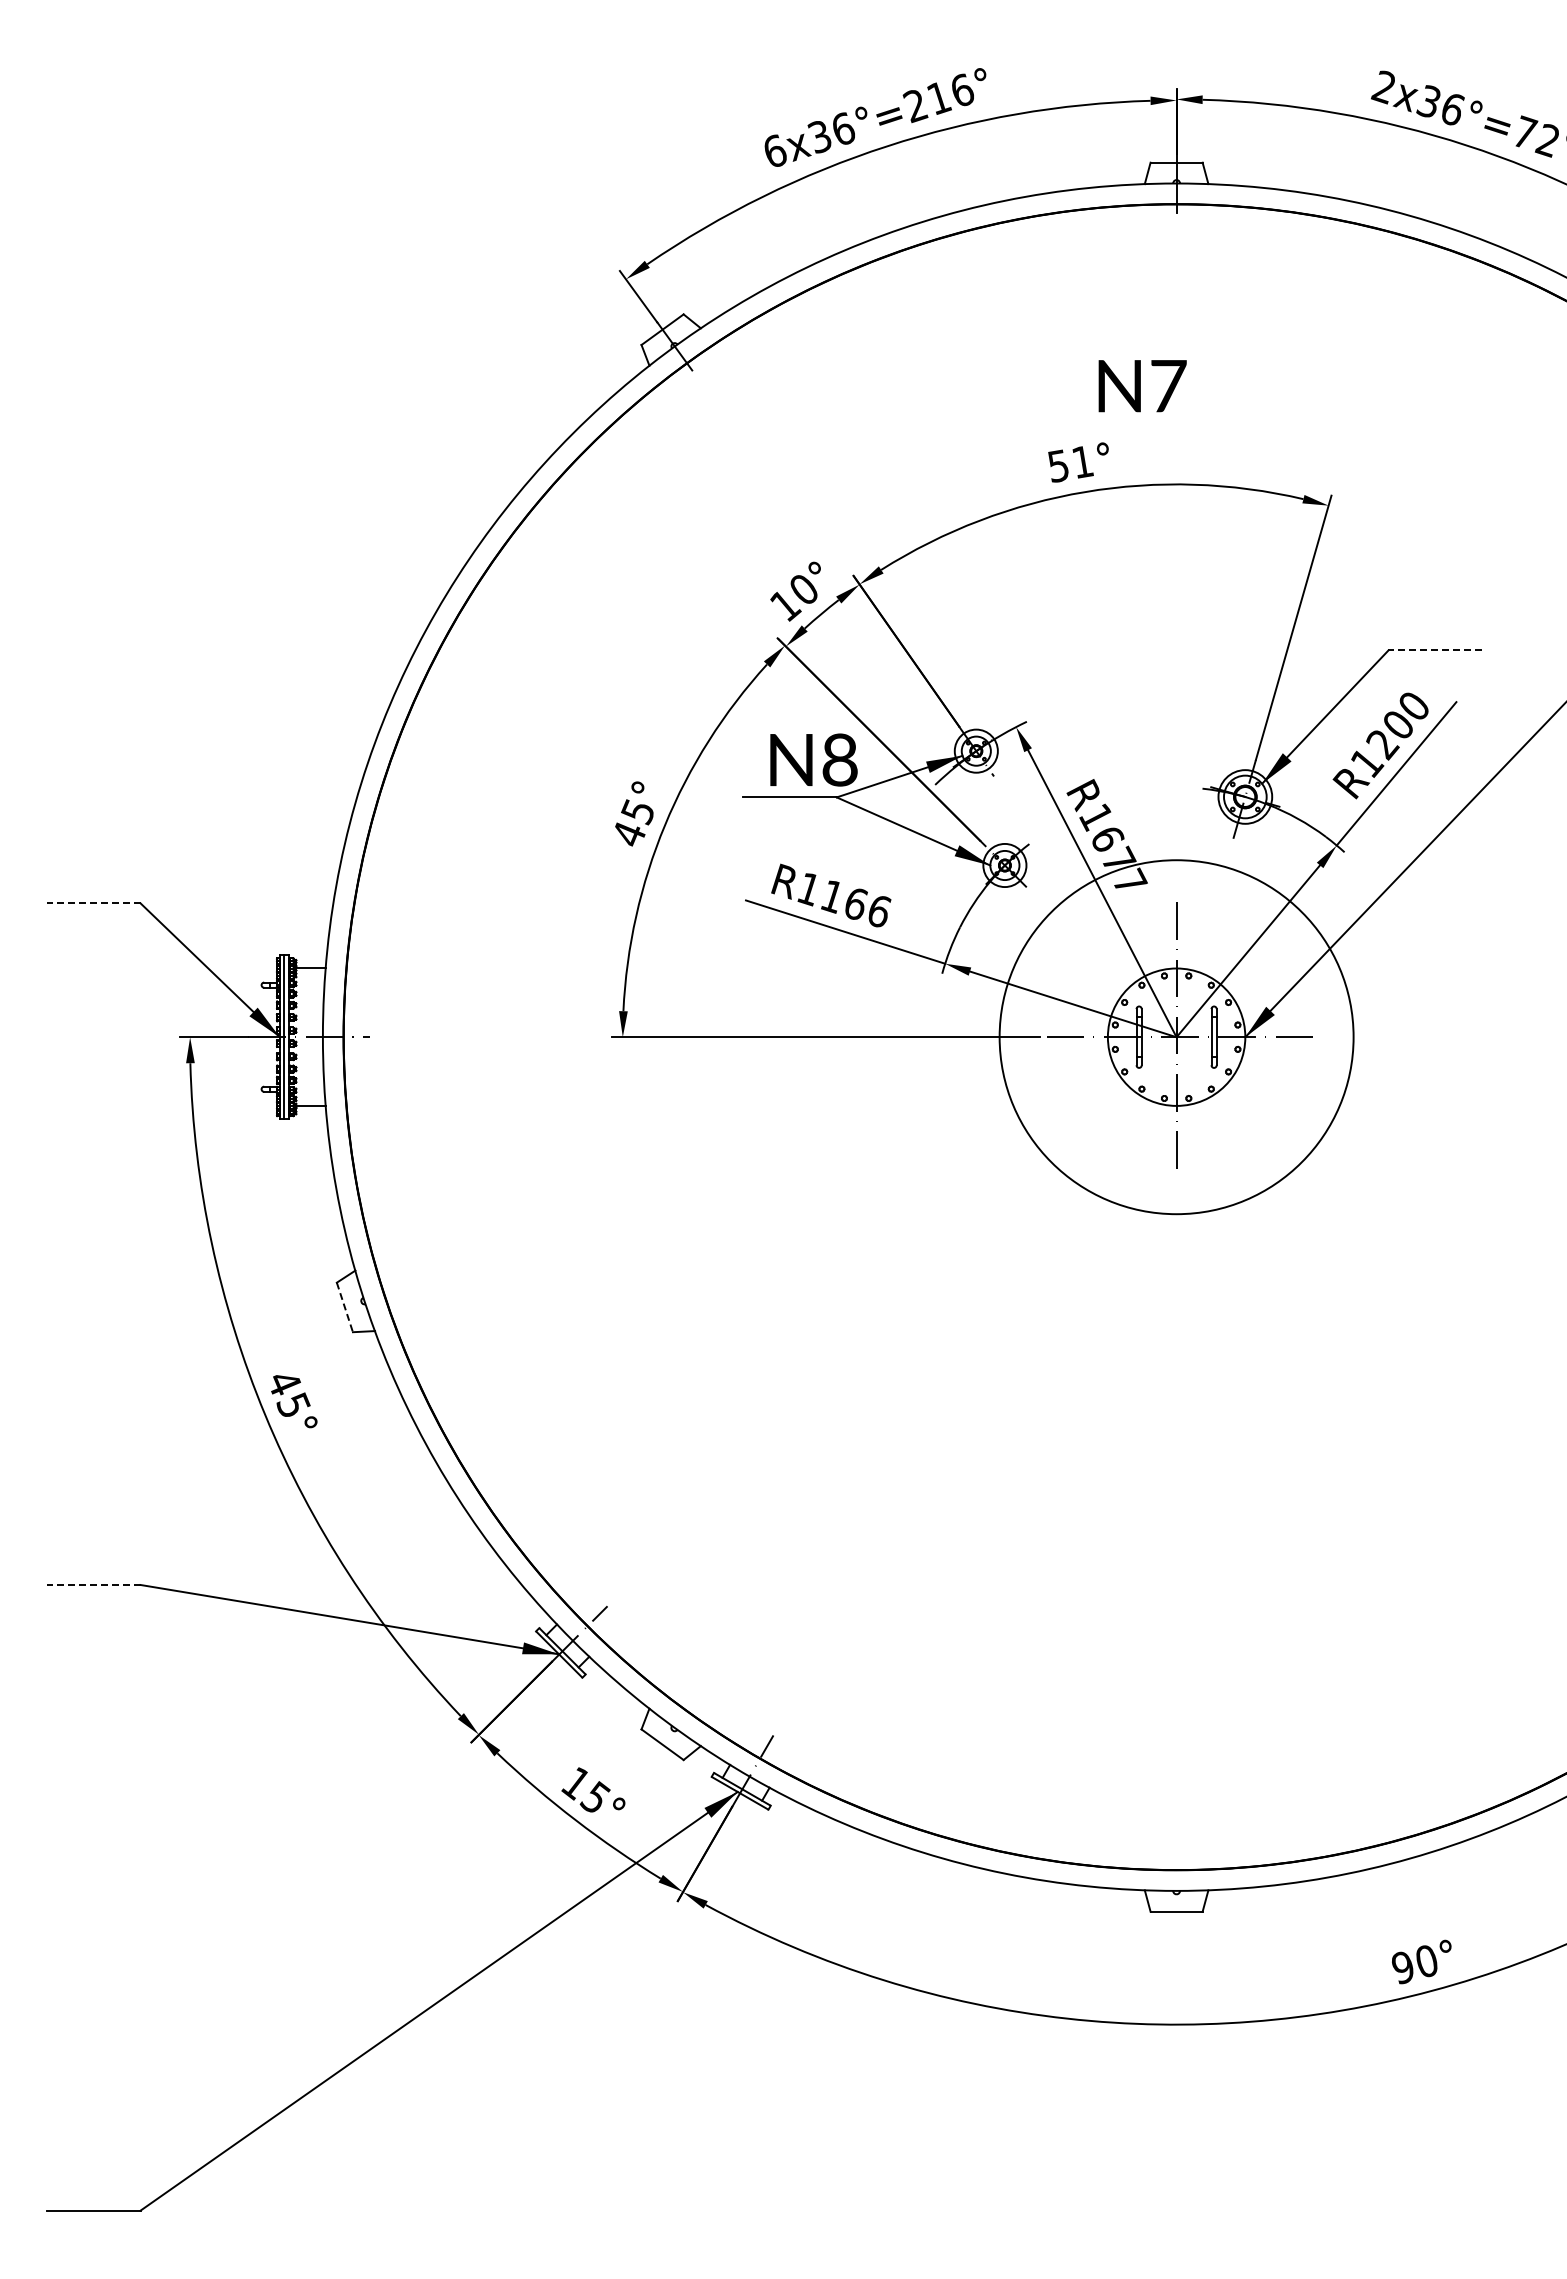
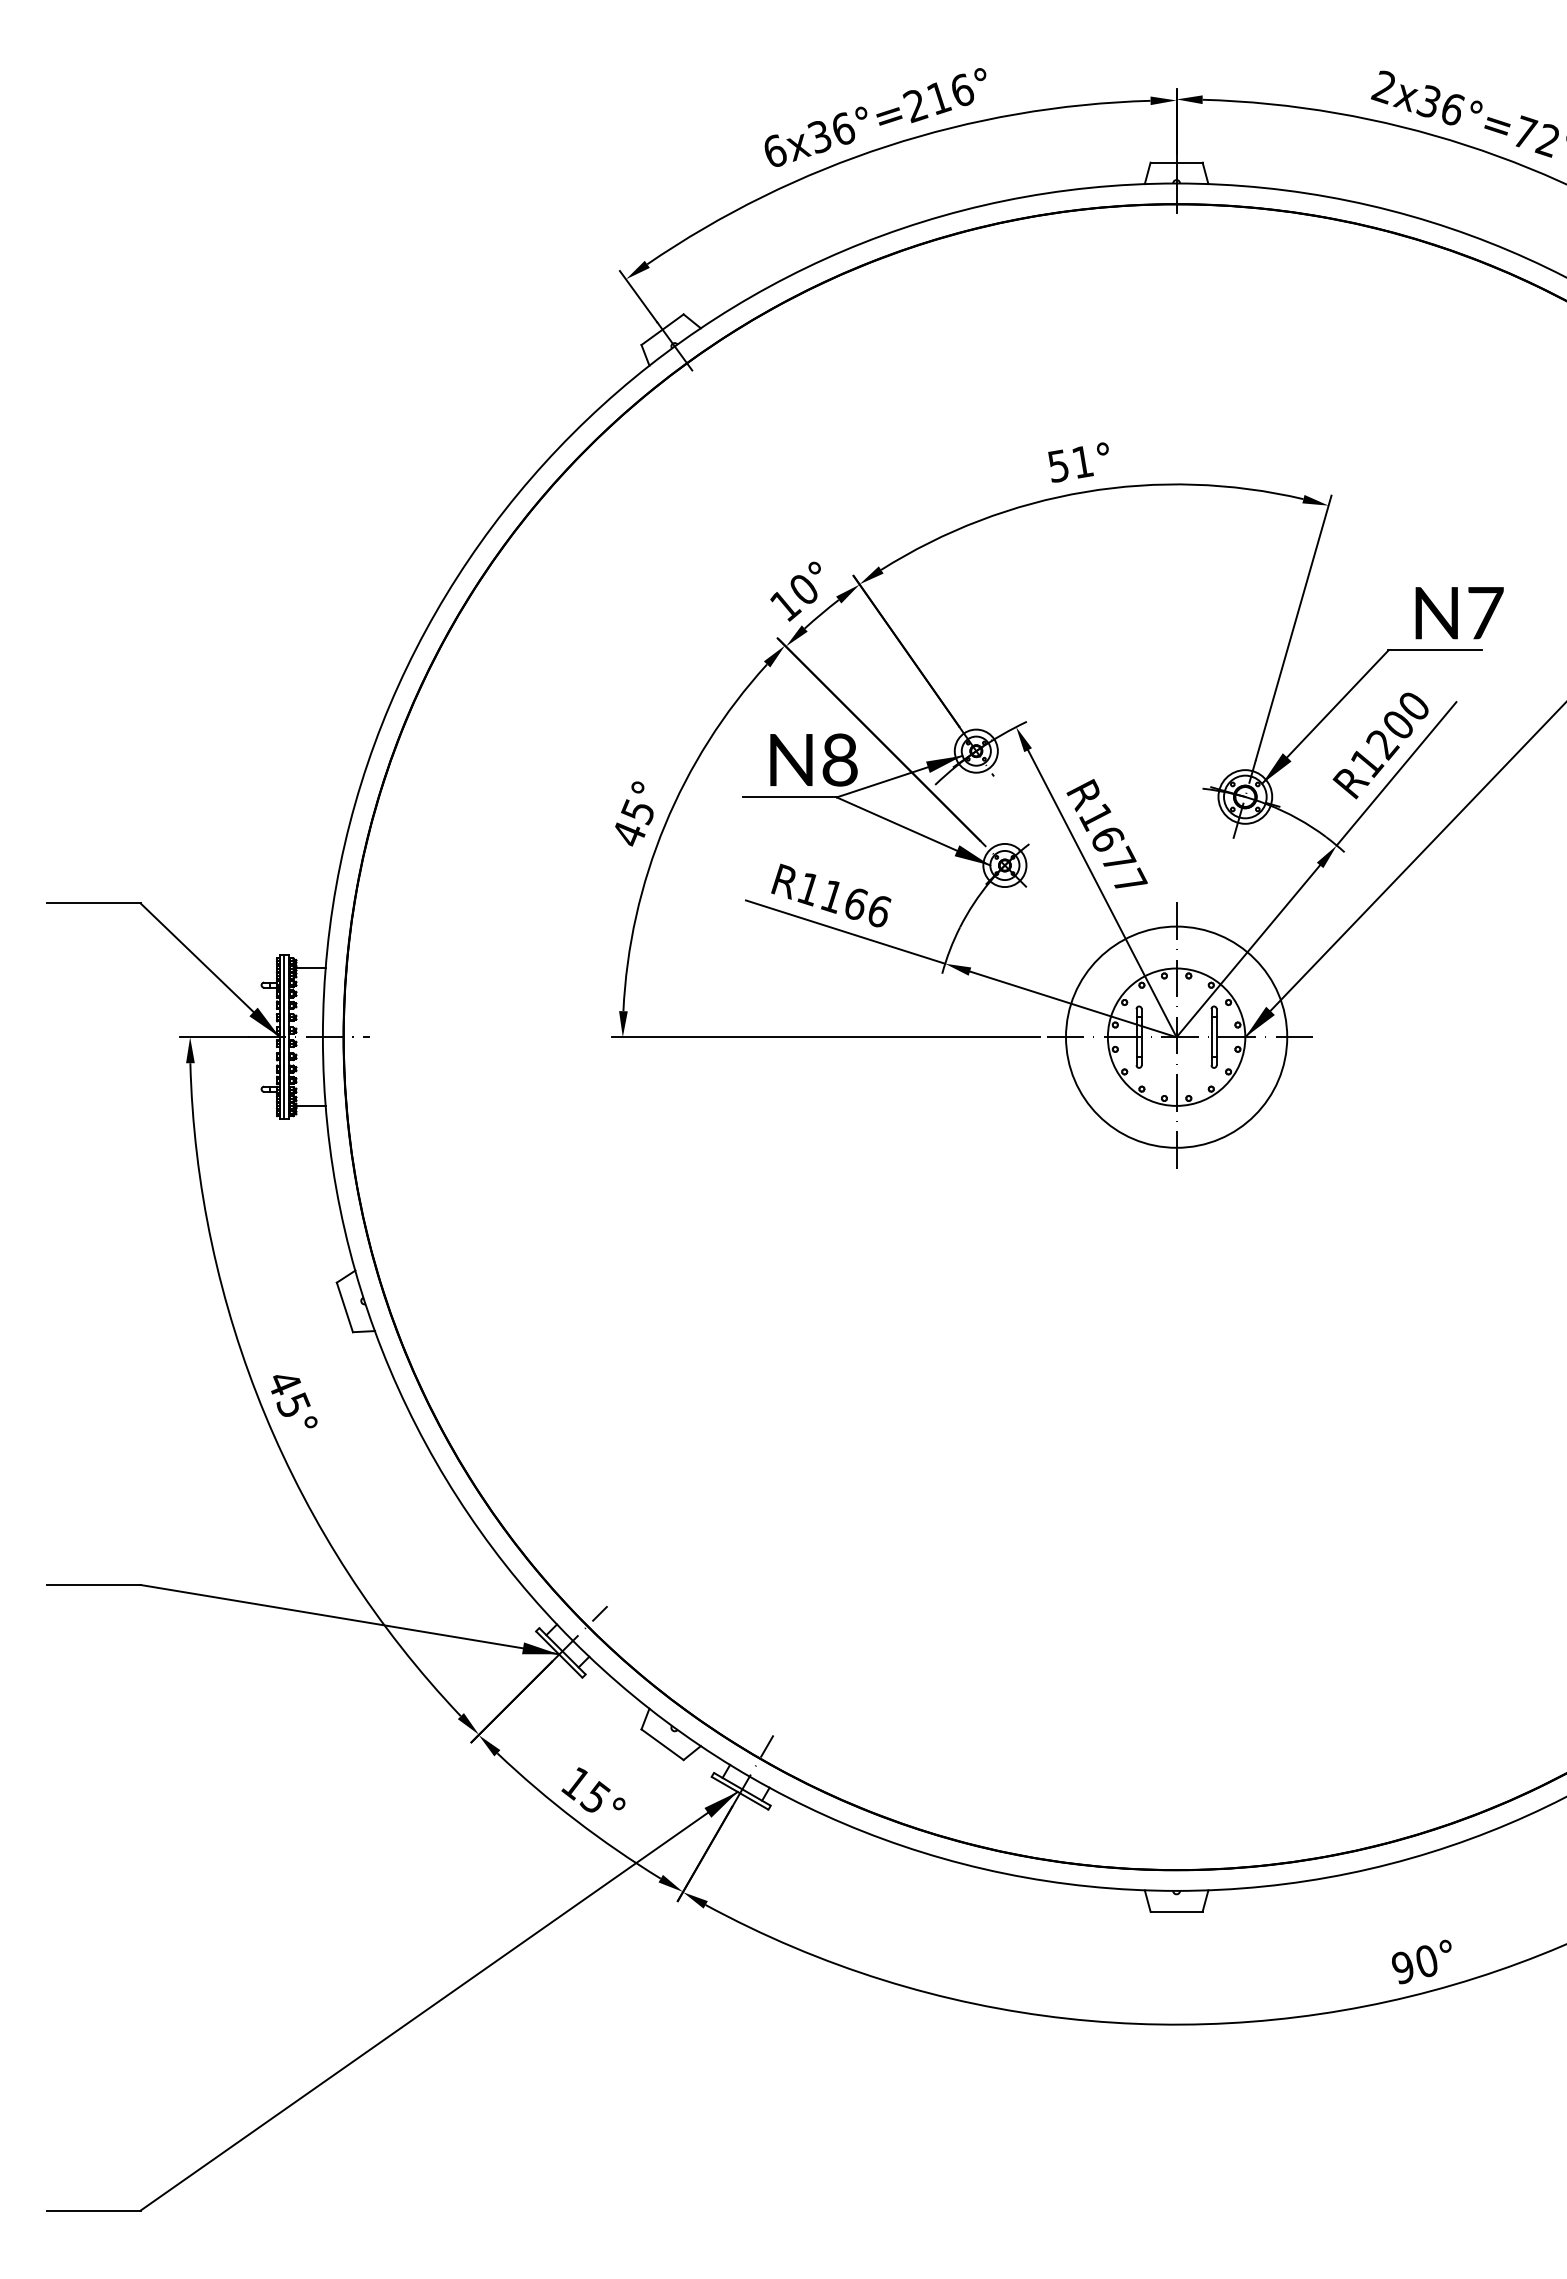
text at (1142, 386) position: (1142, 386) -> (1459, 613)
line at (1435, 650): dashed -> solid
line at (93, 903): dashed -> solid
circle at (1176, 1037) diameter: 354 px -> 221 px
line at (345, 1307): dashed -> solid
line at (93, 1584): dashed -> solid
